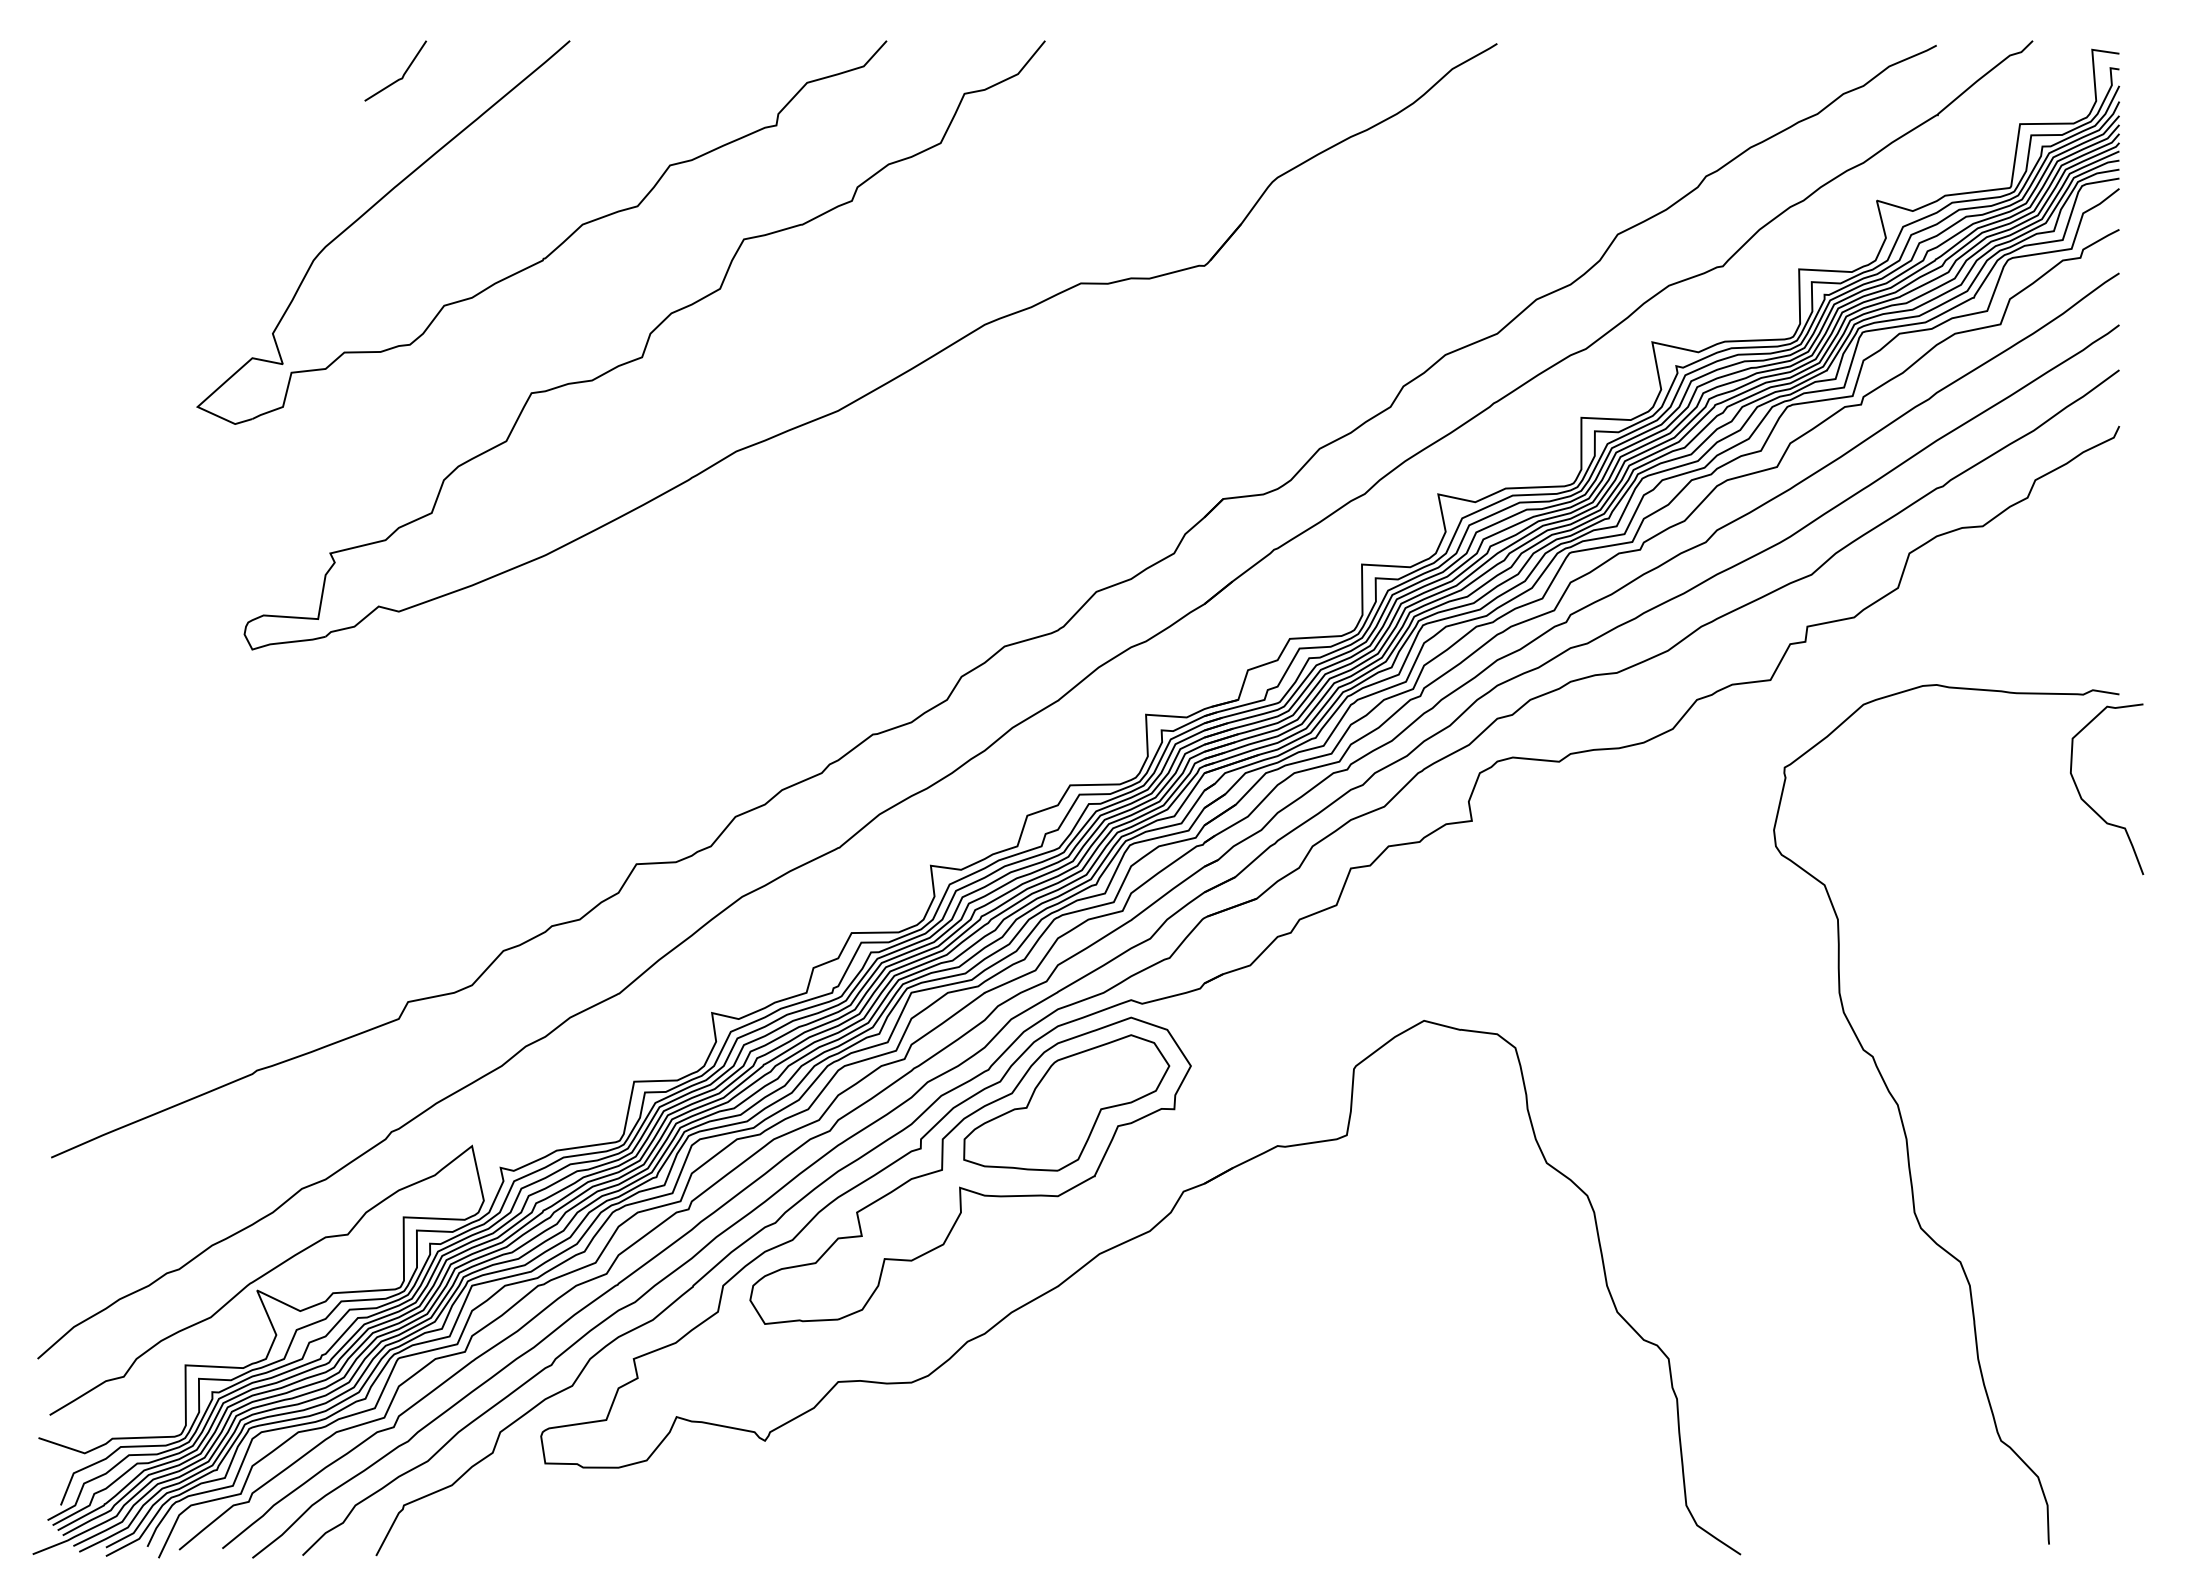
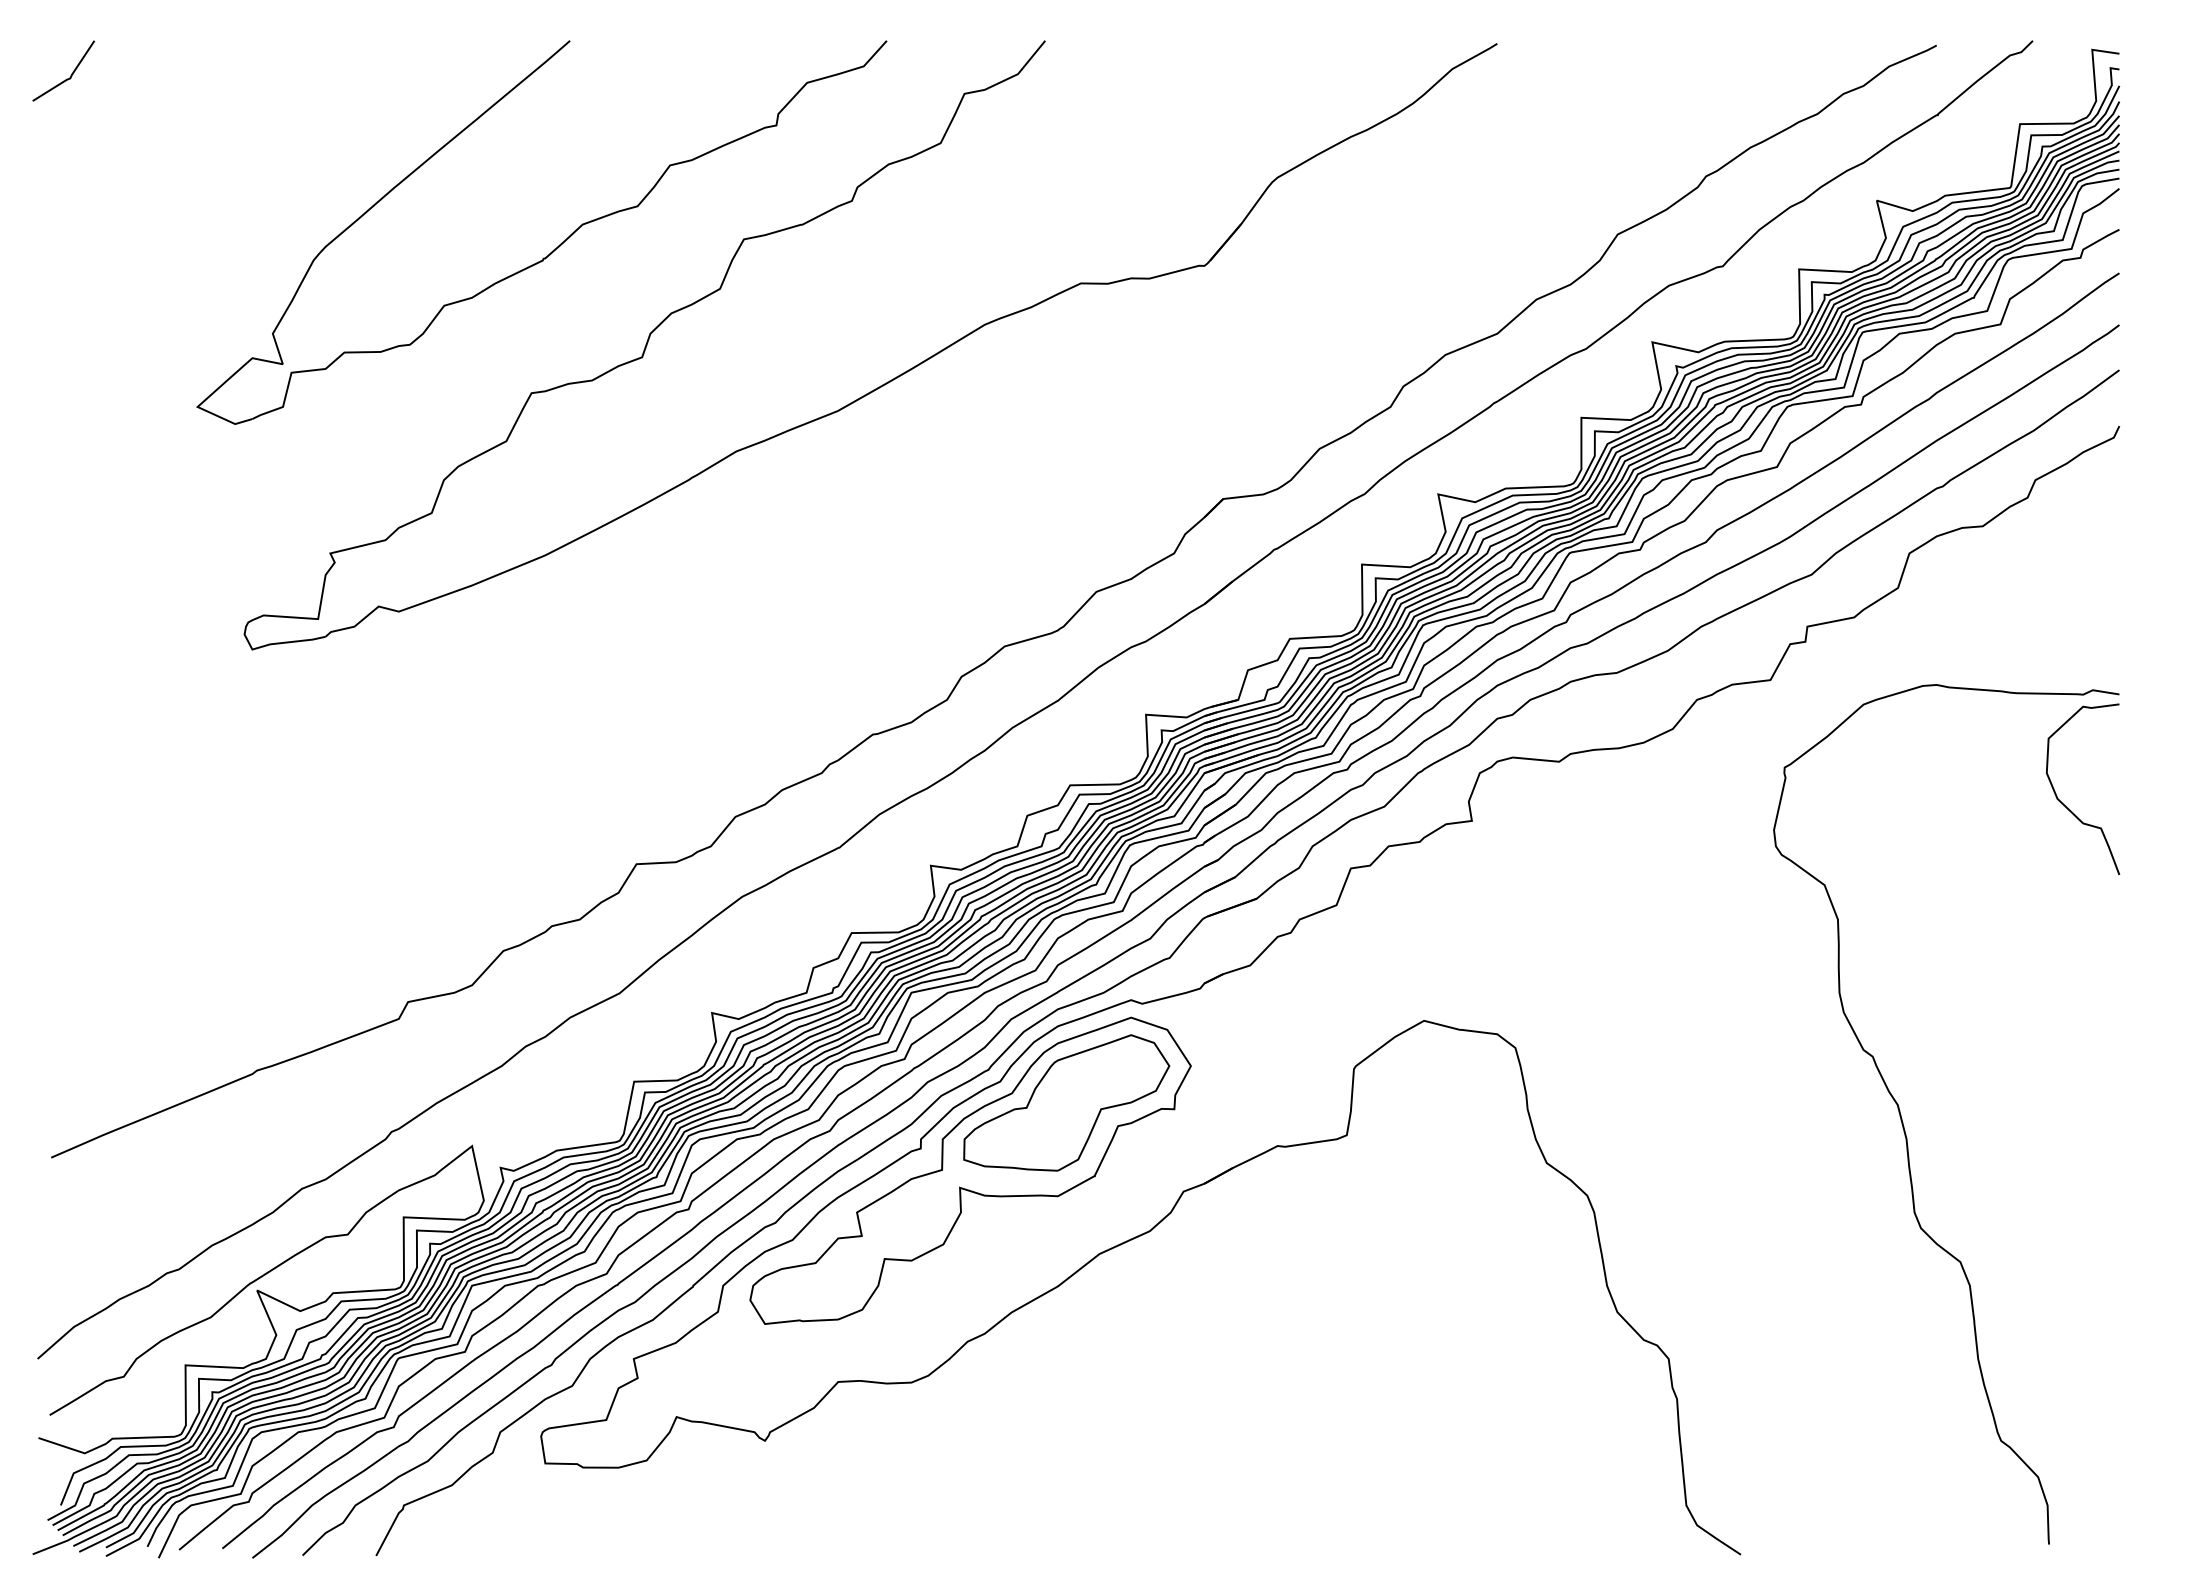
line at (403, 73) position: (403, 73) -> (71, 73)
curve at (2093, 808) position: (2093, 808) -> (2069, 808)
